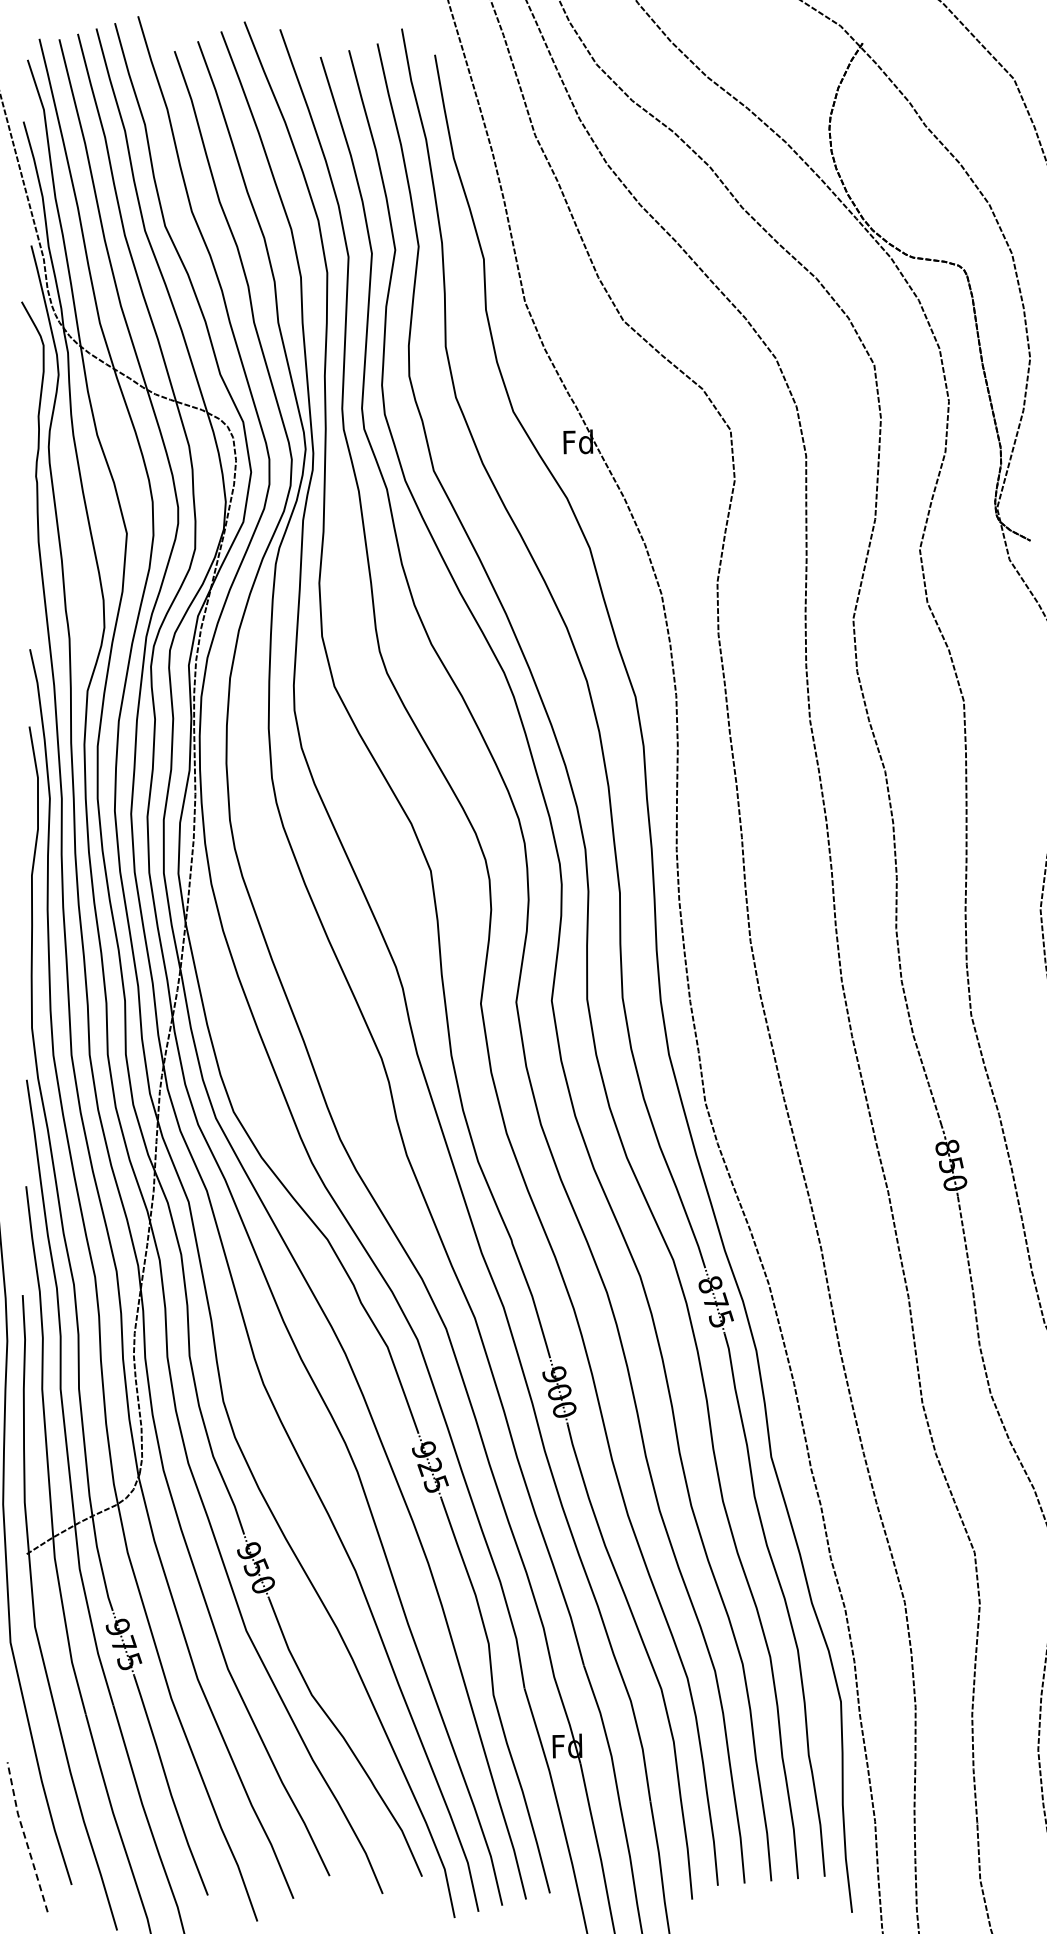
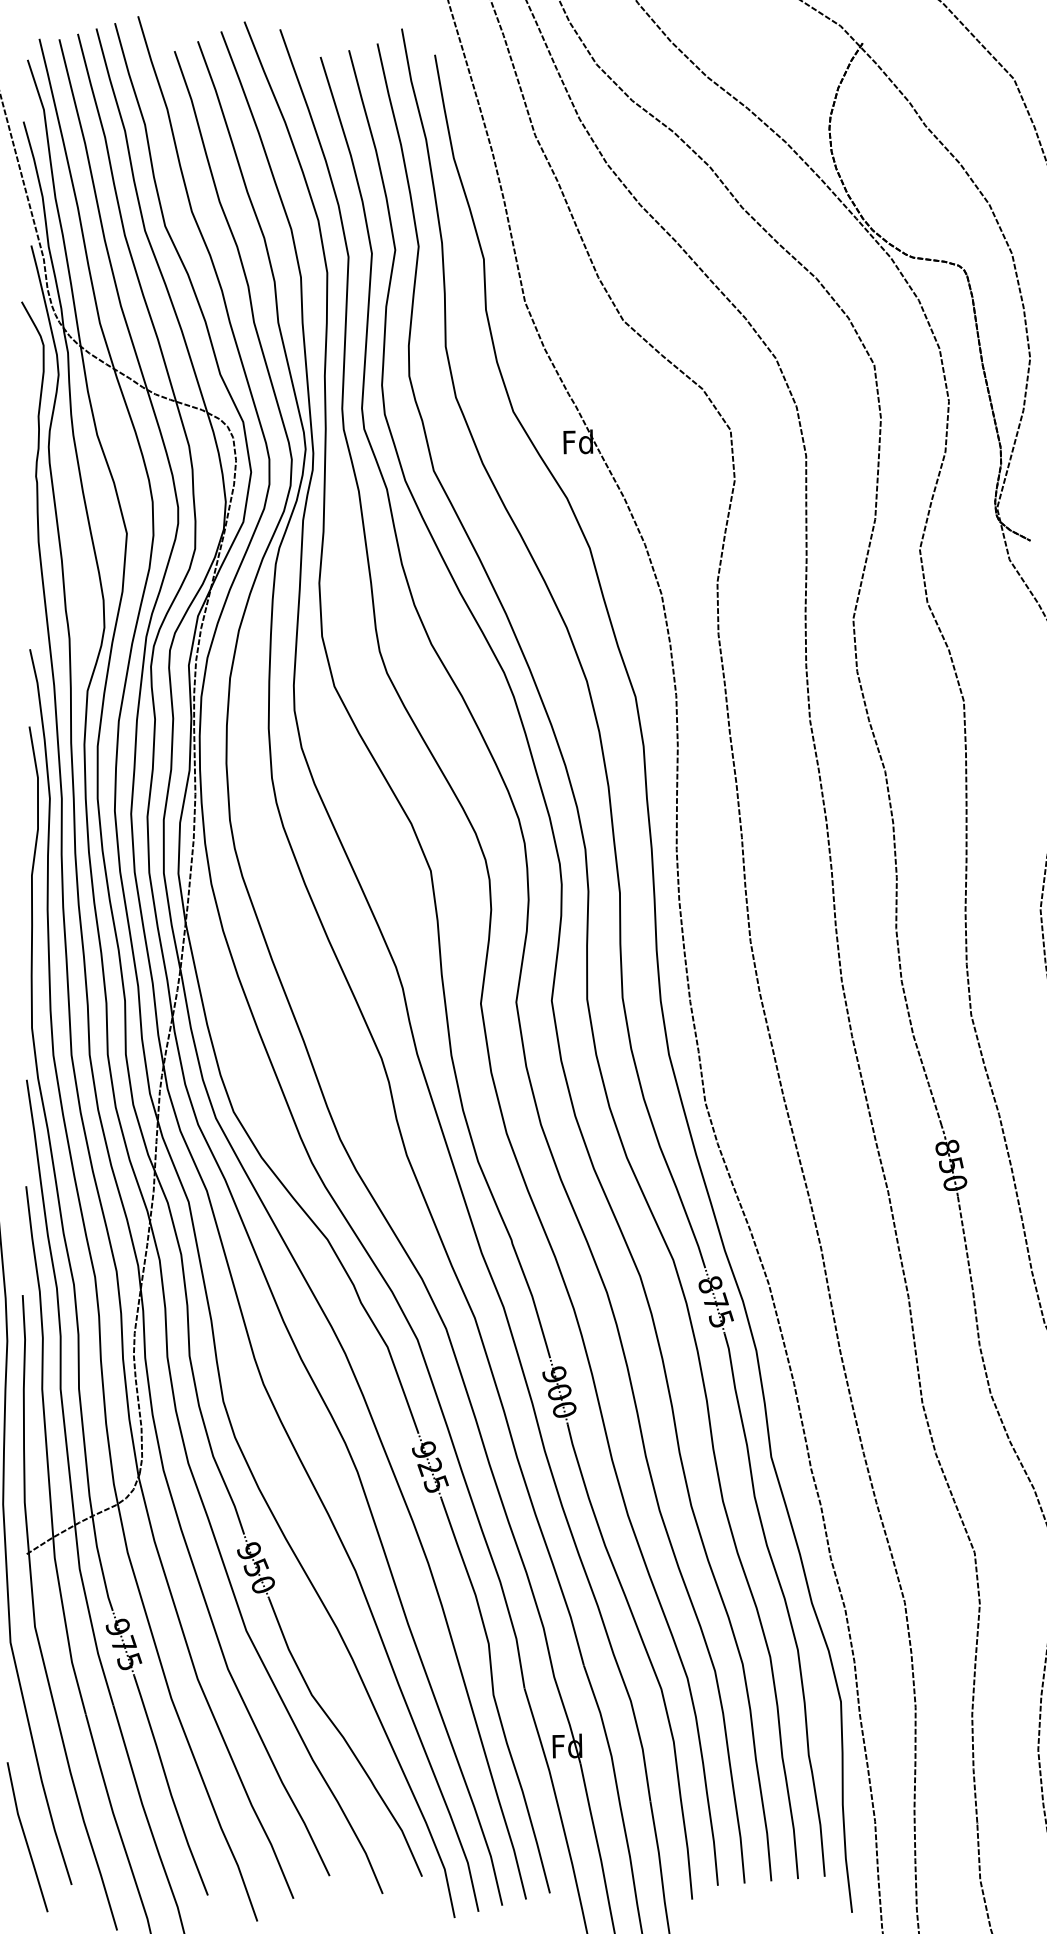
line at (25, 1837): dashed -> solid
